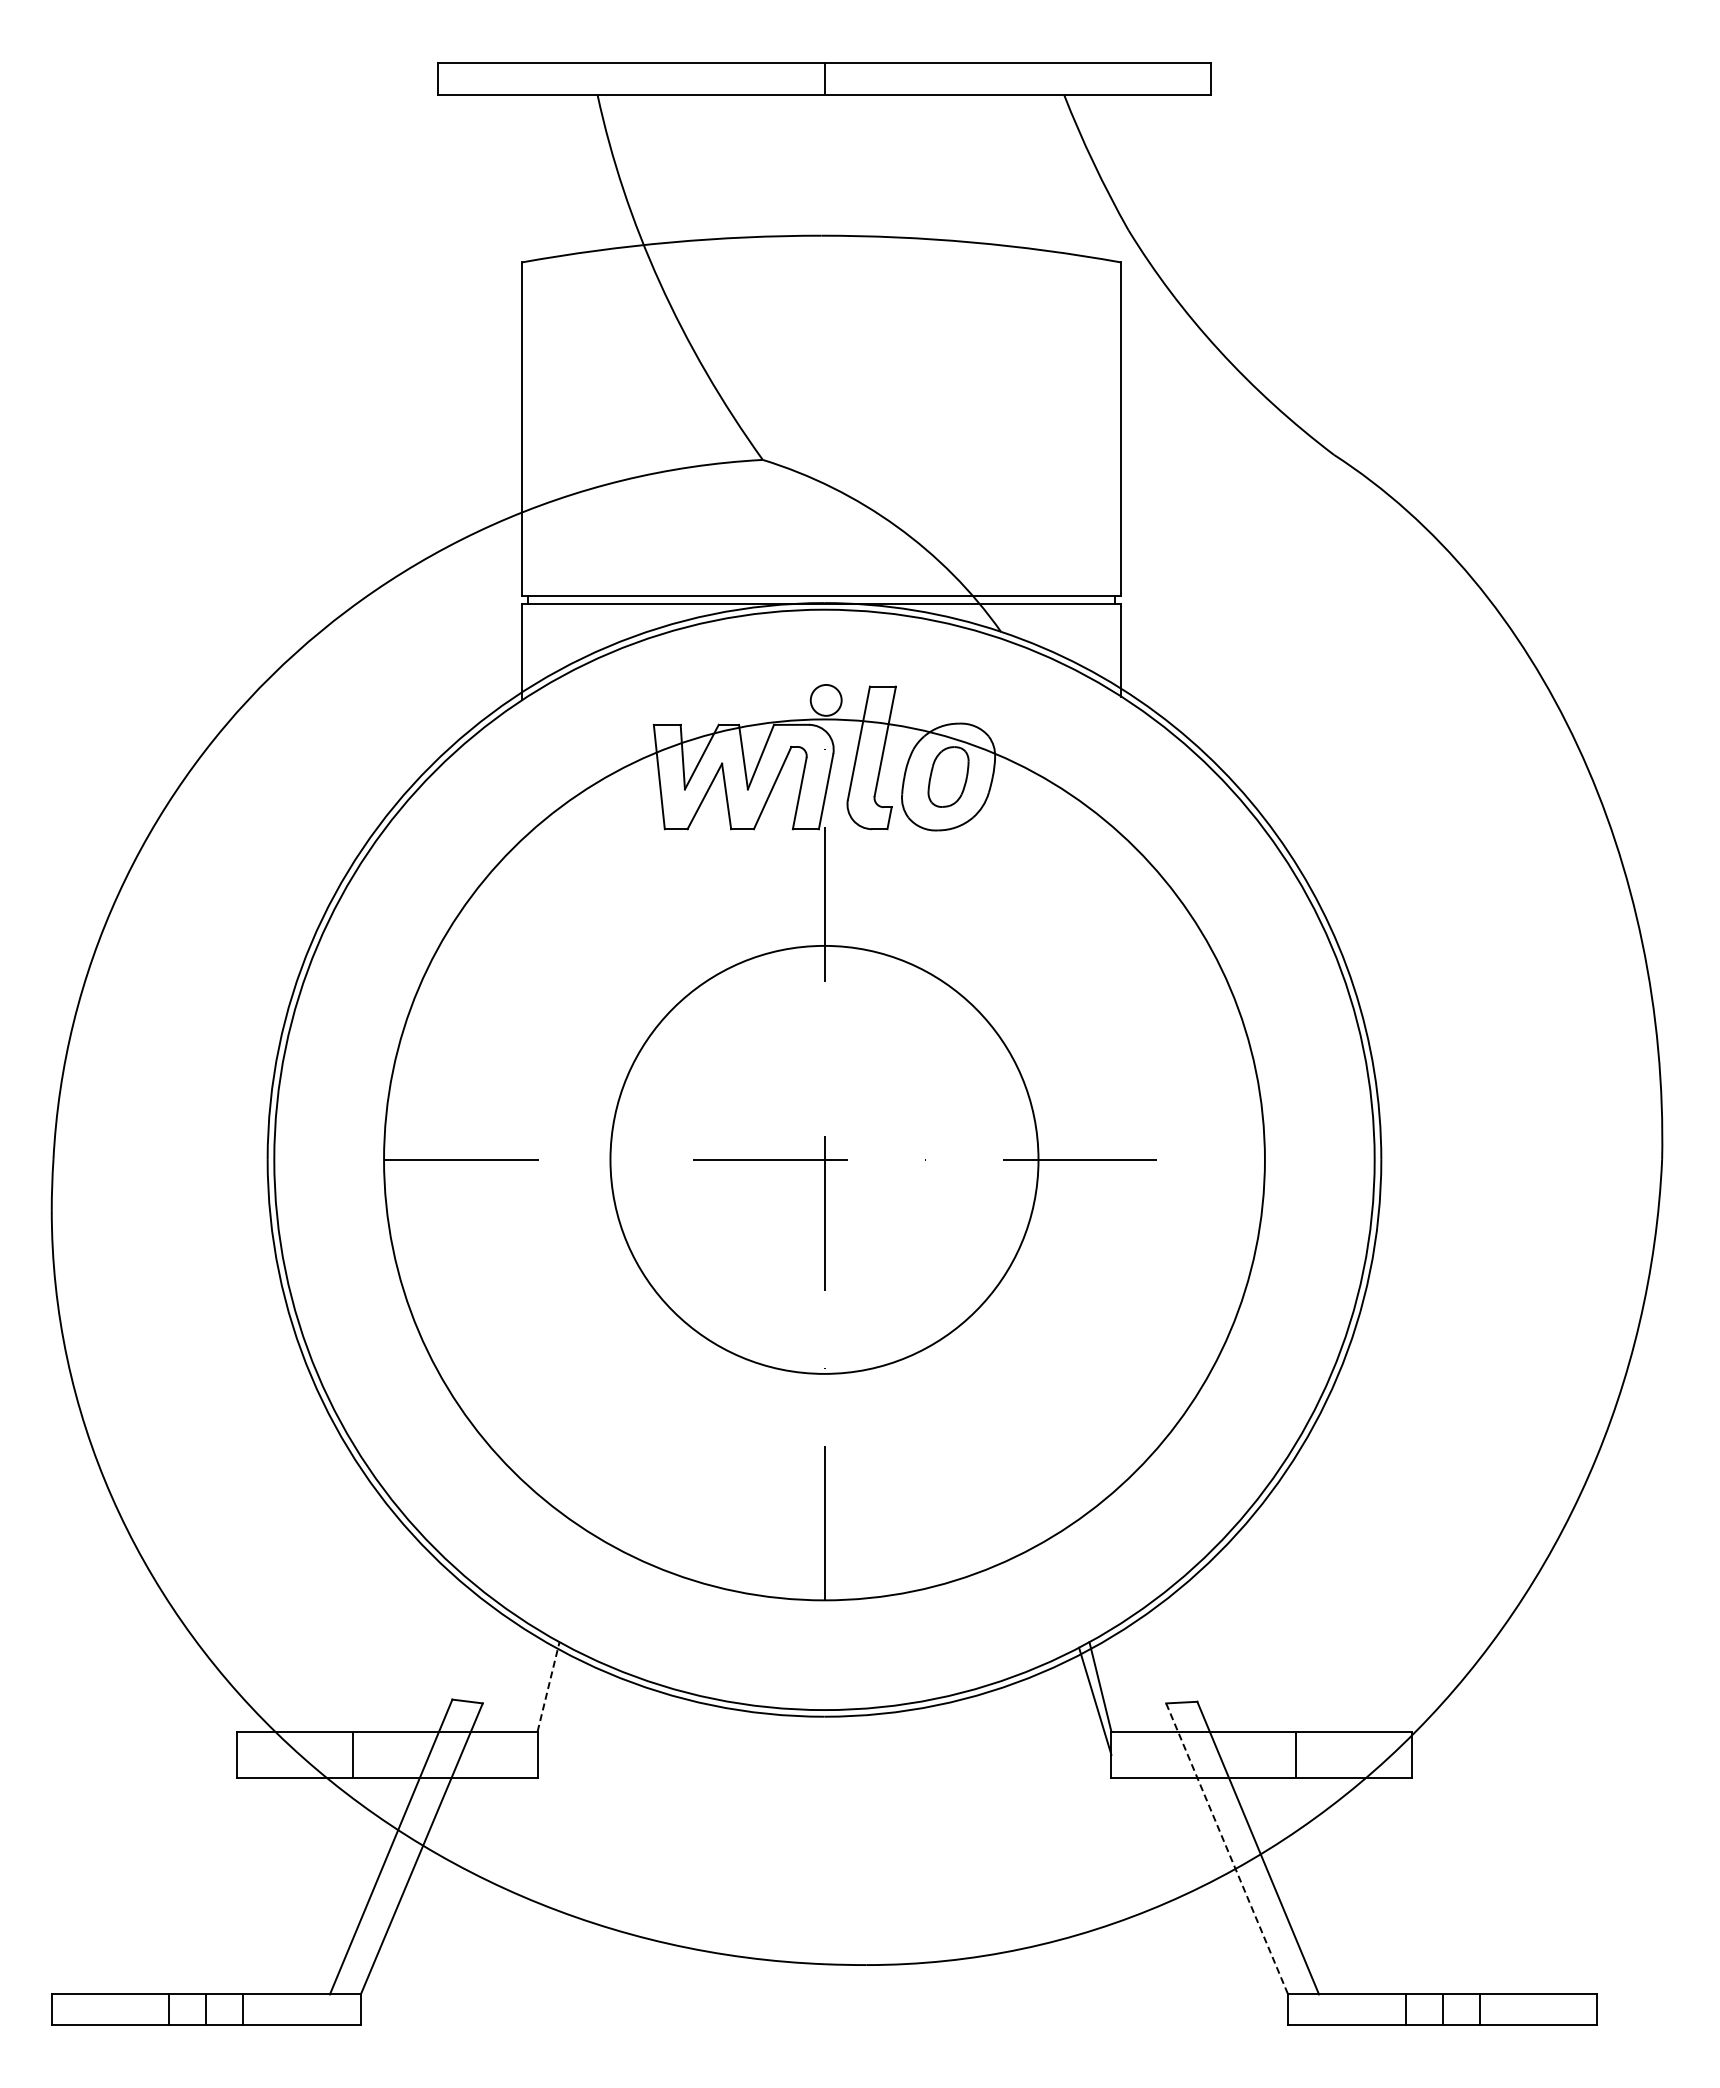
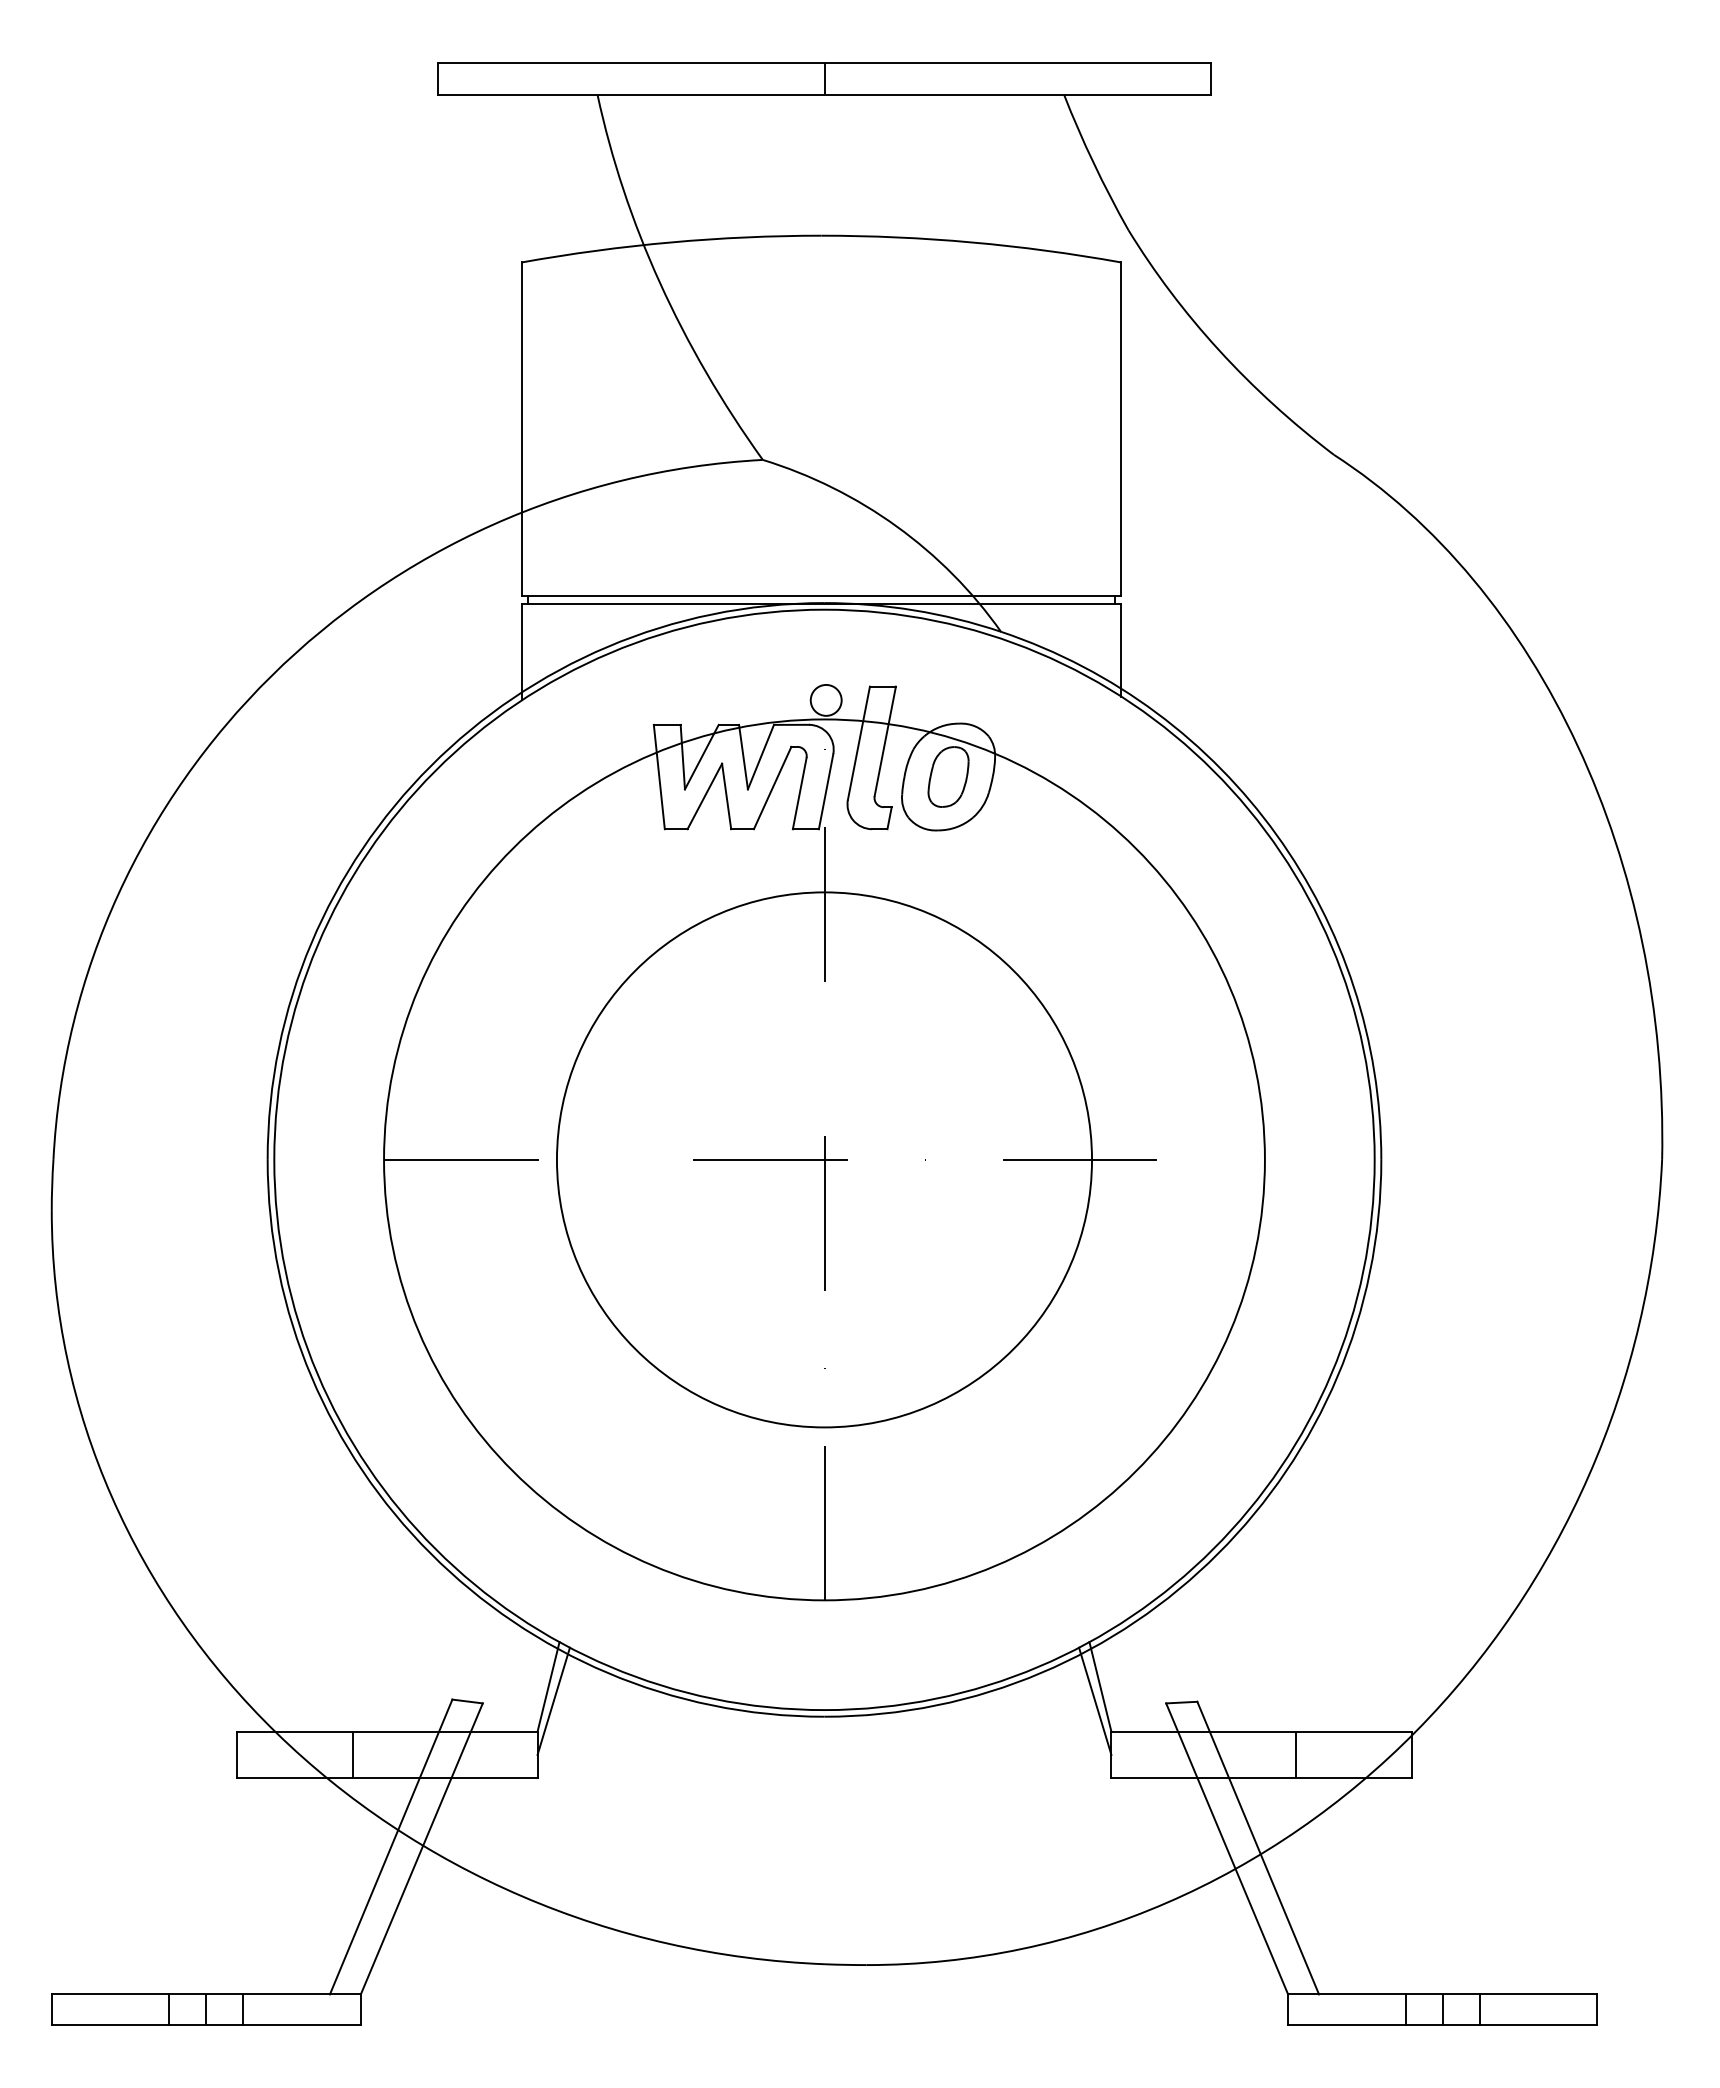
circle at (824, 1159) diameter: 428 px -> 535 px
line at (548, 1686): dashed -> solid
line at (553, 1700): none -> present
line at (1227, 1848): dashed -> solid
